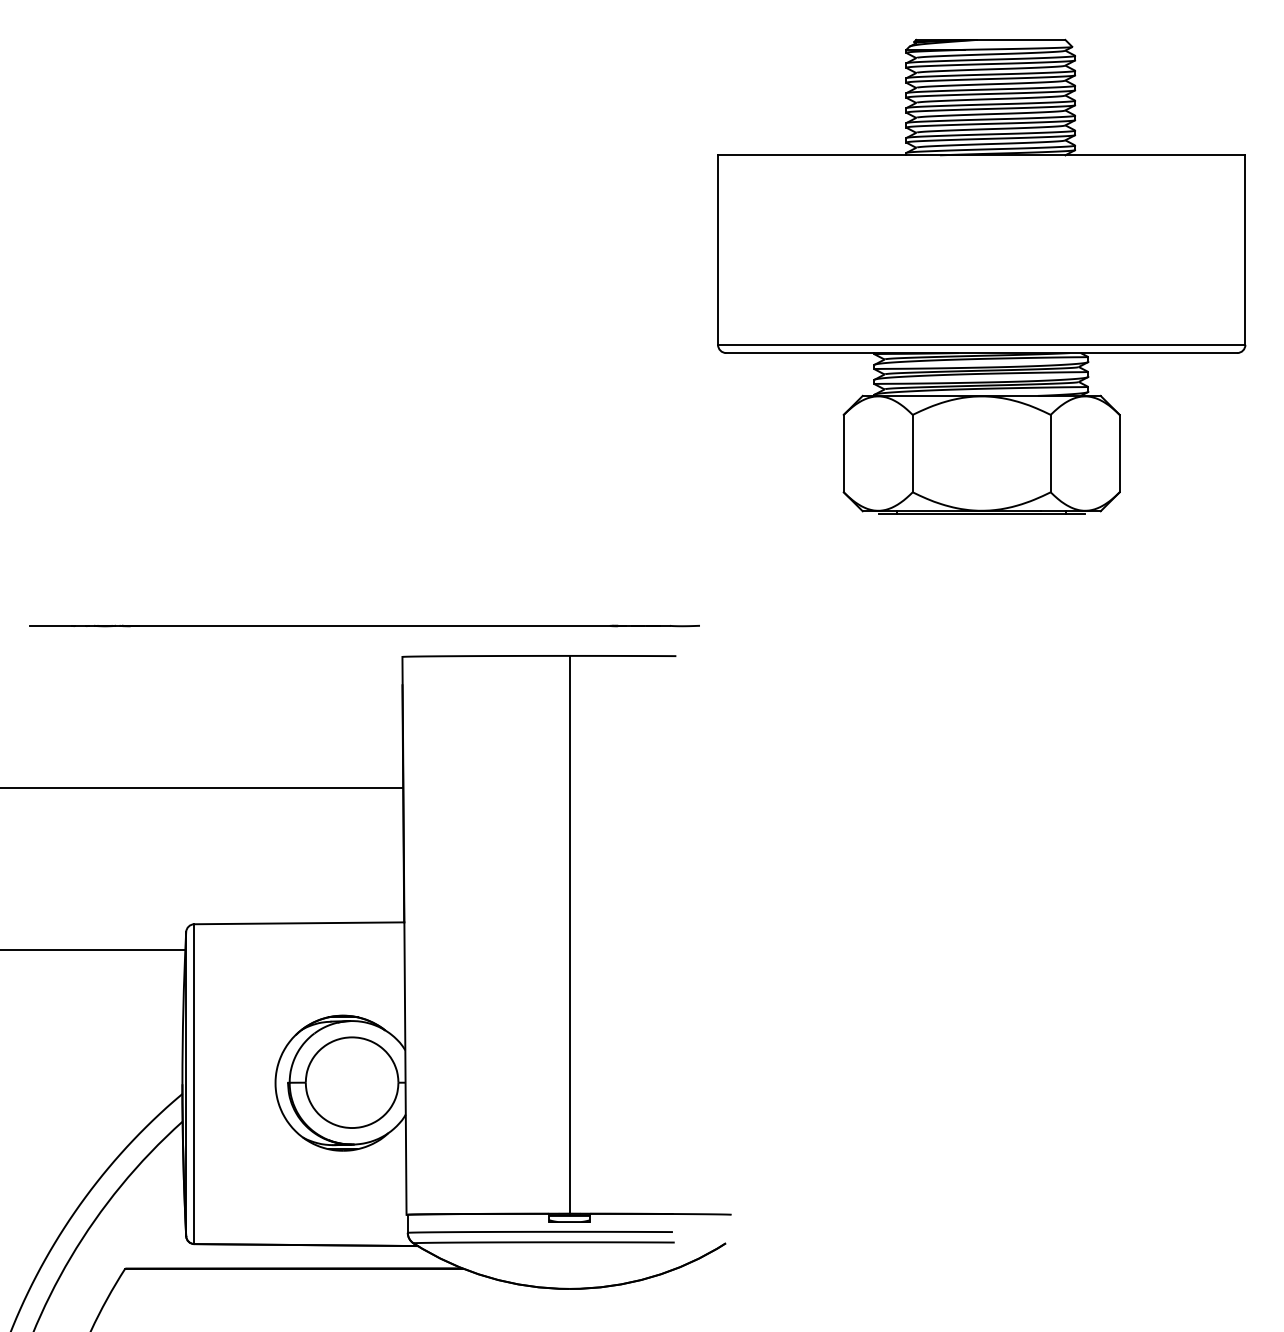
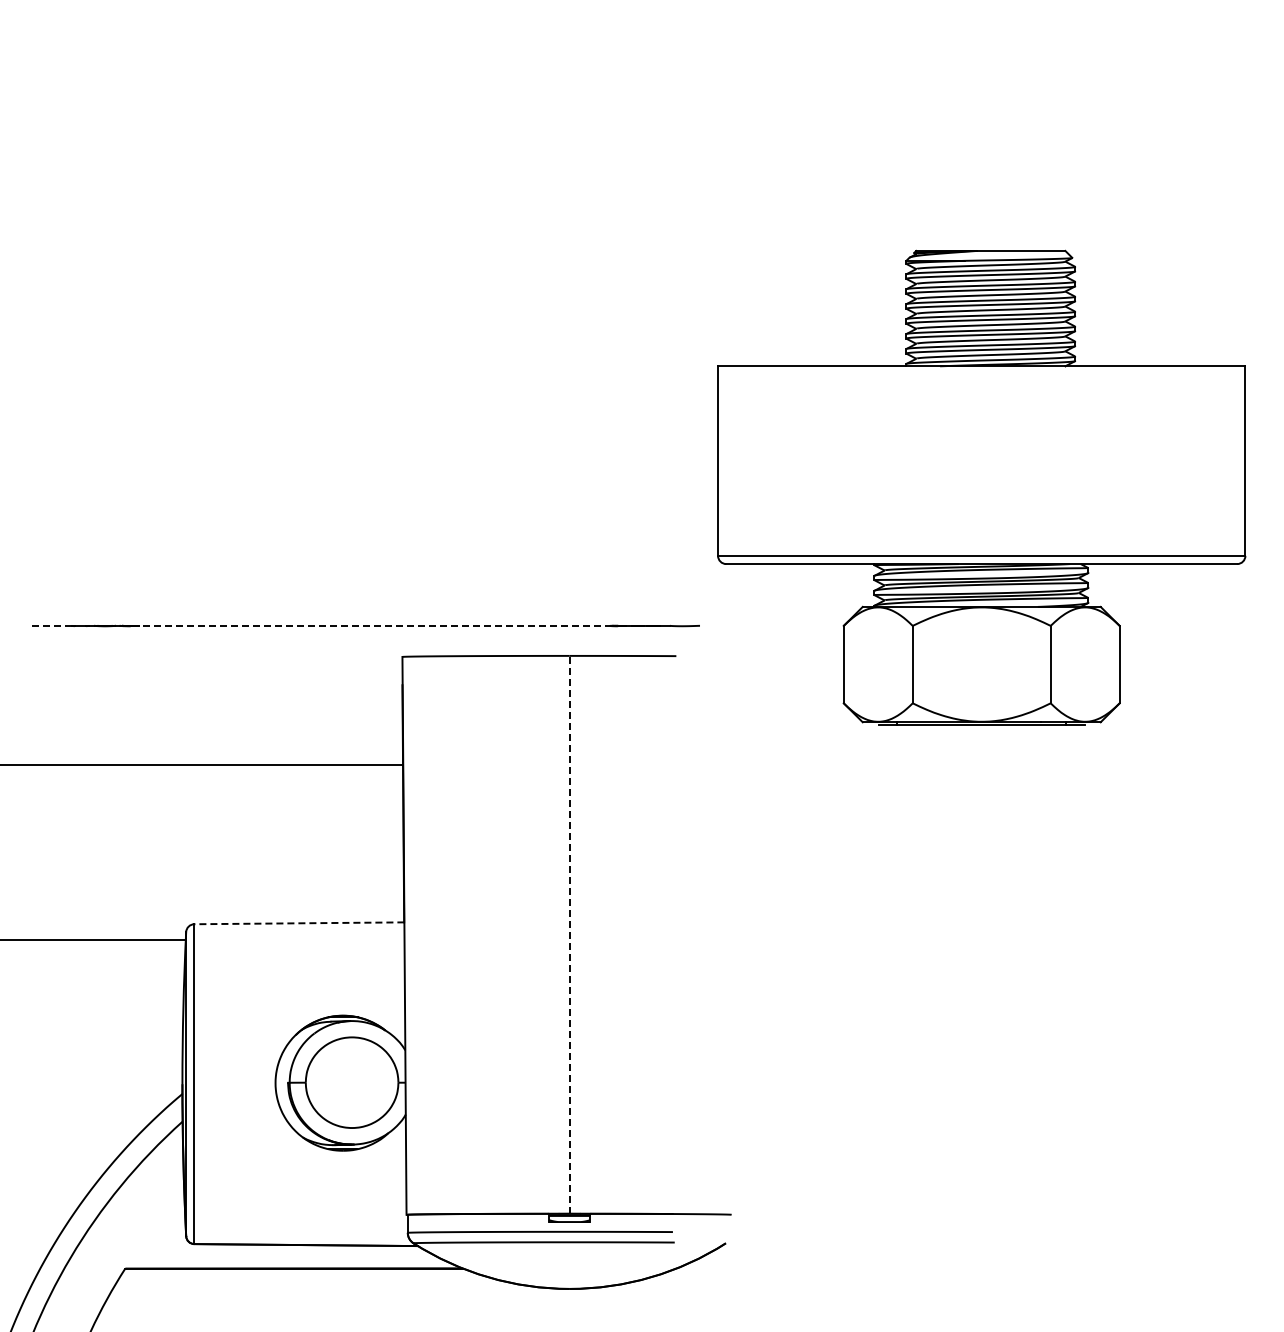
part at (981, 276) position: (981, 276) -> (981, 487)
line at (51, 625): solid -> dashed
line at (375, 625): solid -> dashed
line at (202, 788) position: (202, 788) -> (202, 765)
line at (298, 923): solid -> dashed
line at (569, 934): solid -> dashed
line at (93, 950) position: (93, 950) -> (93, 940)
